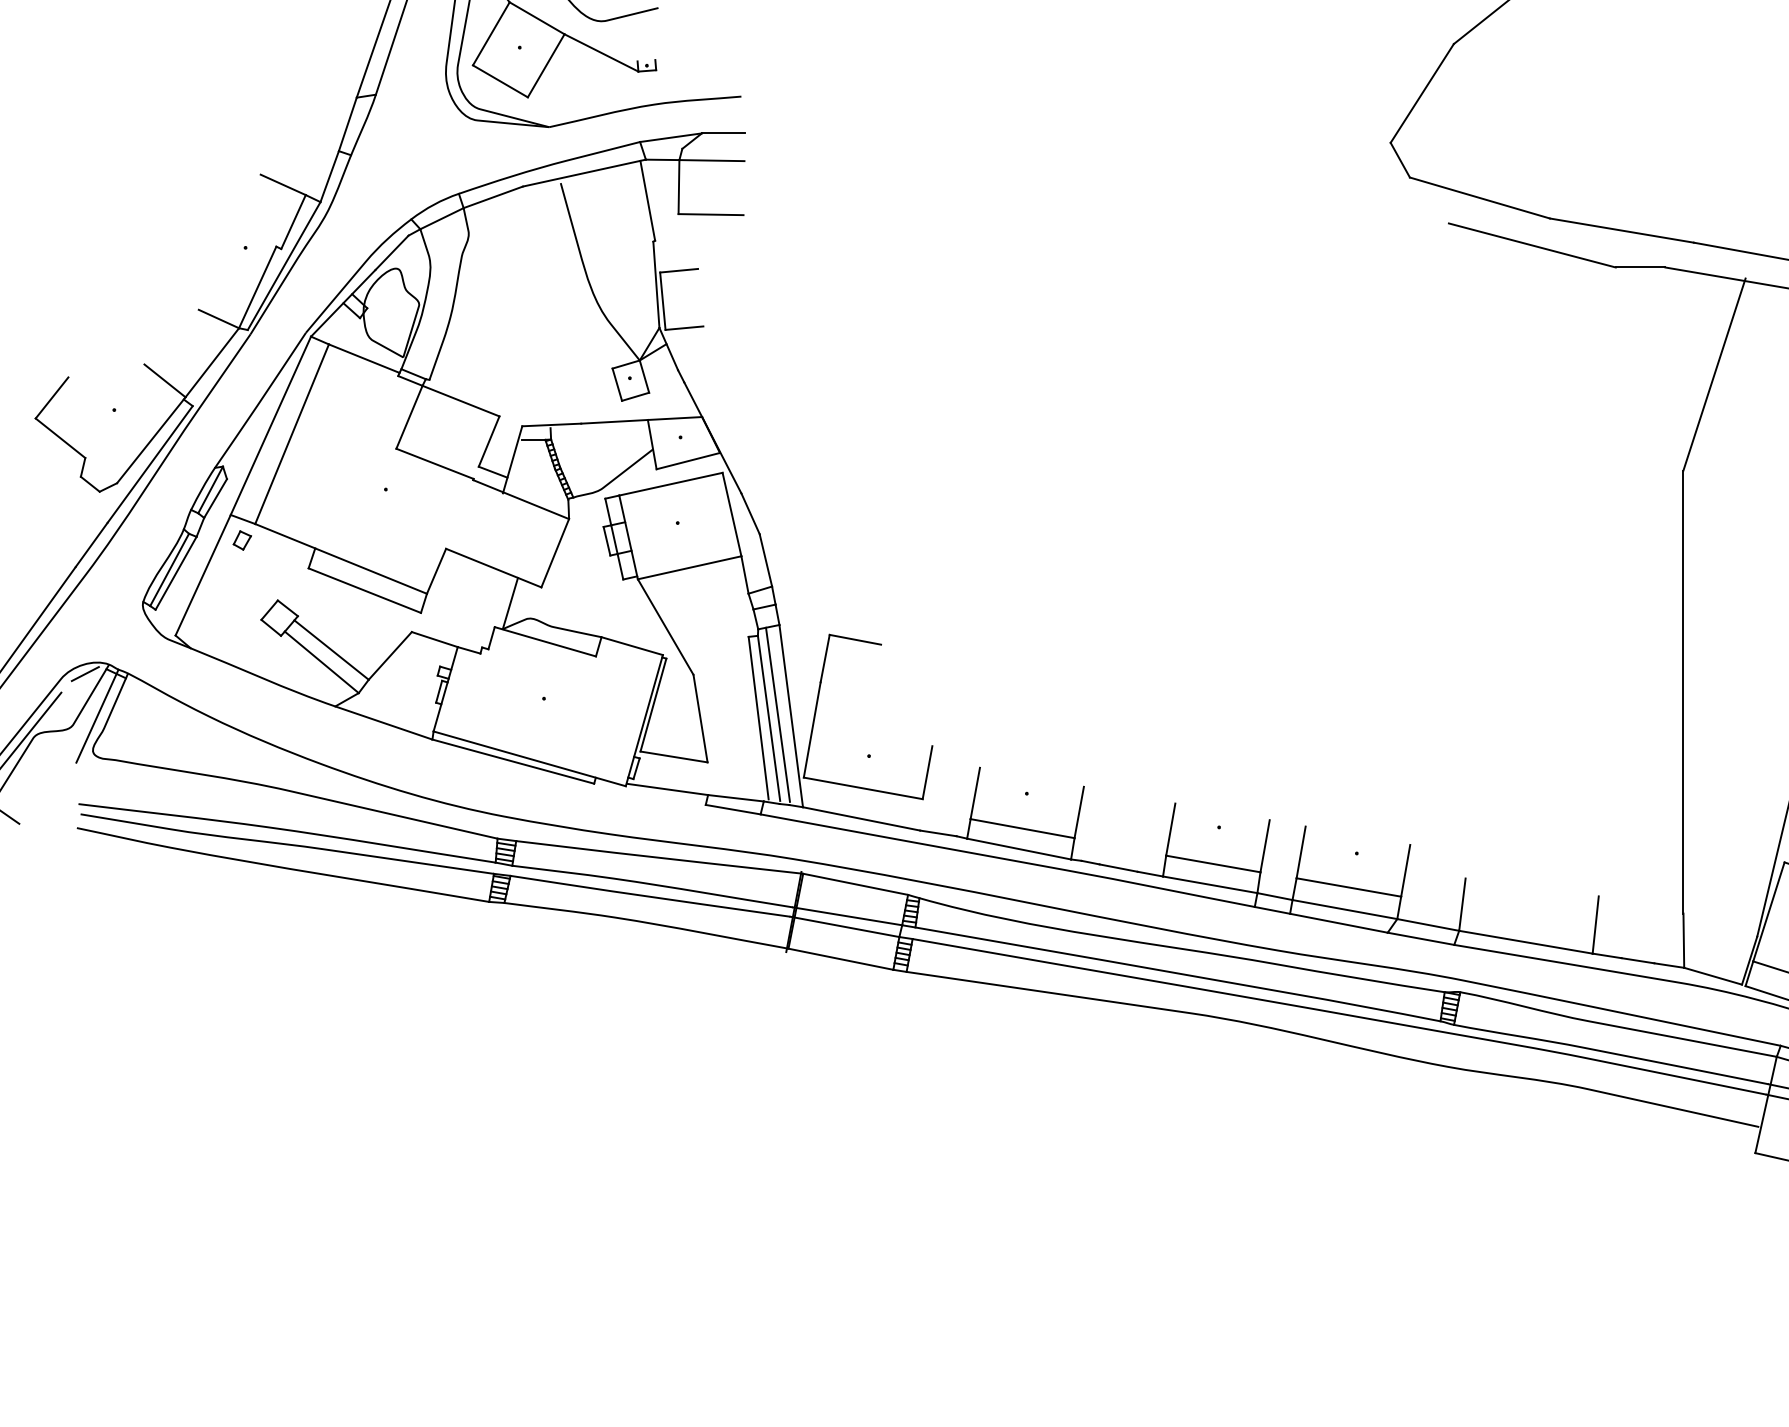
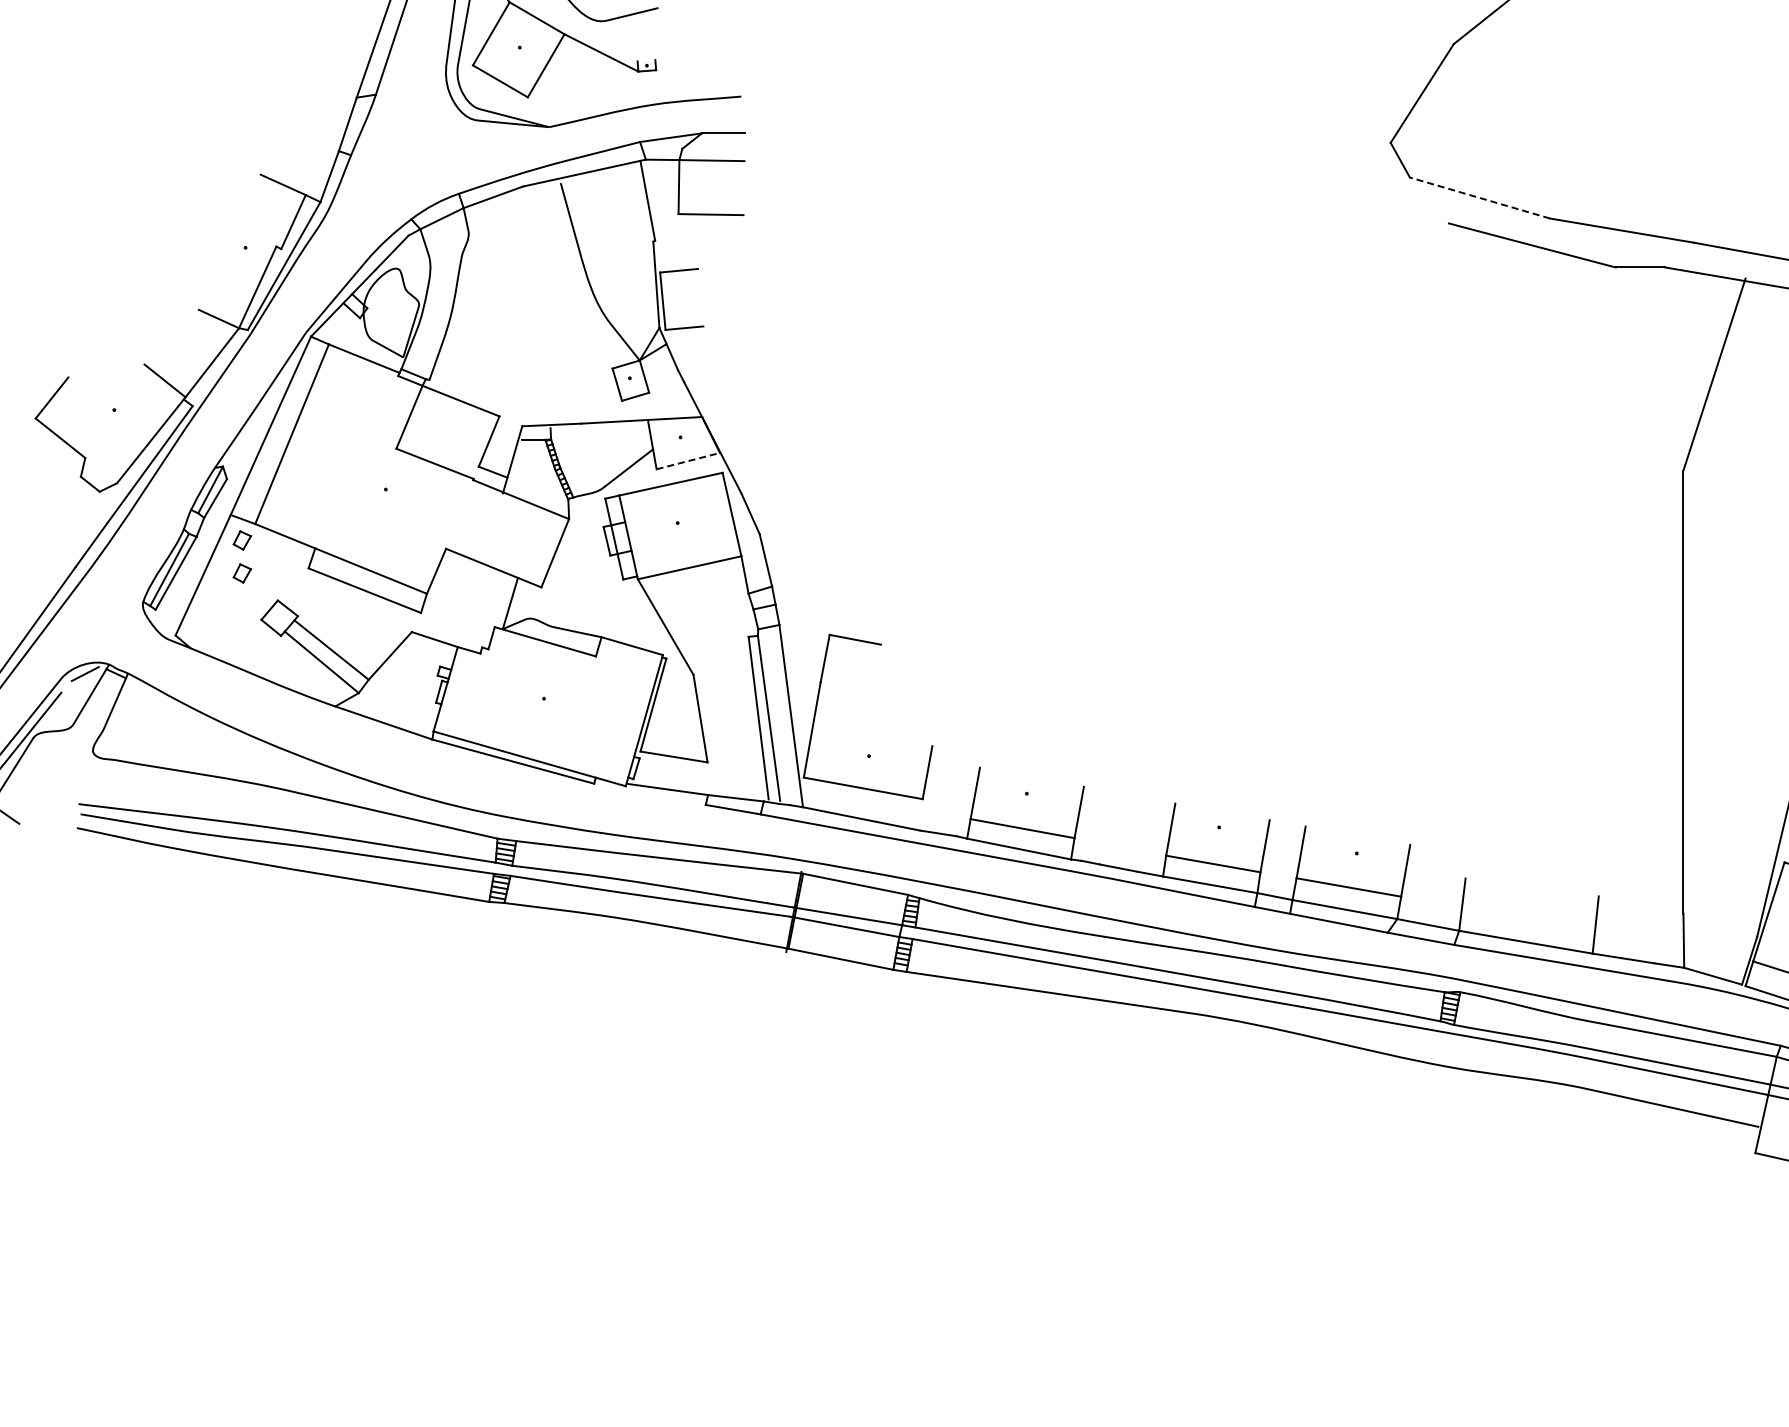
line at (1479, 198): solid -> dashed
line at (688, 461): solid -> dashed
part at (241, 573): none -> present
line at (777, 714): present -> none
line at (97, 715): present -> none
